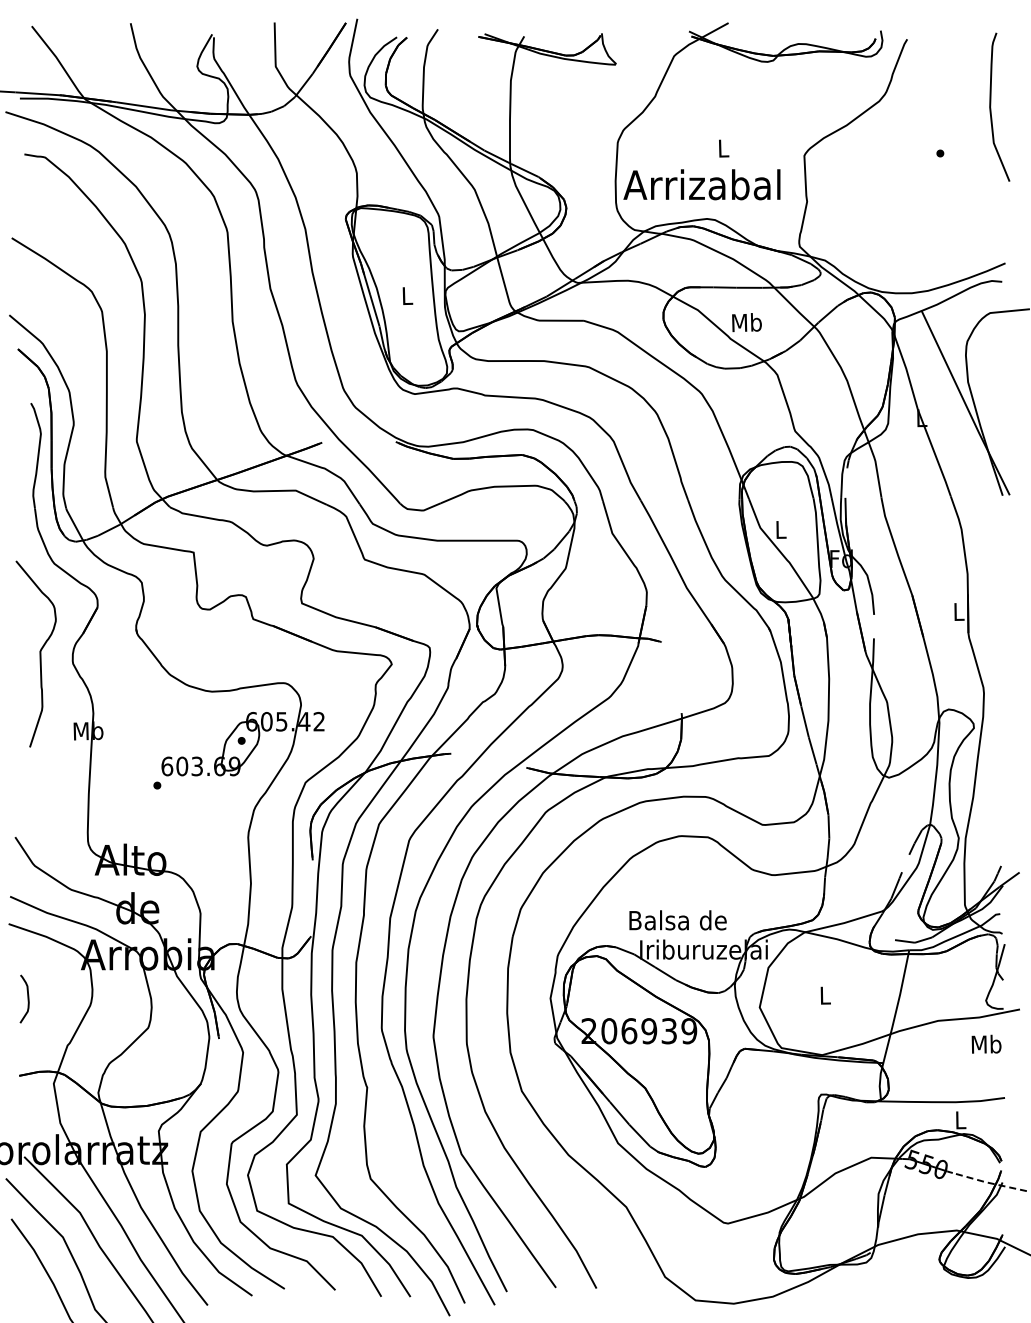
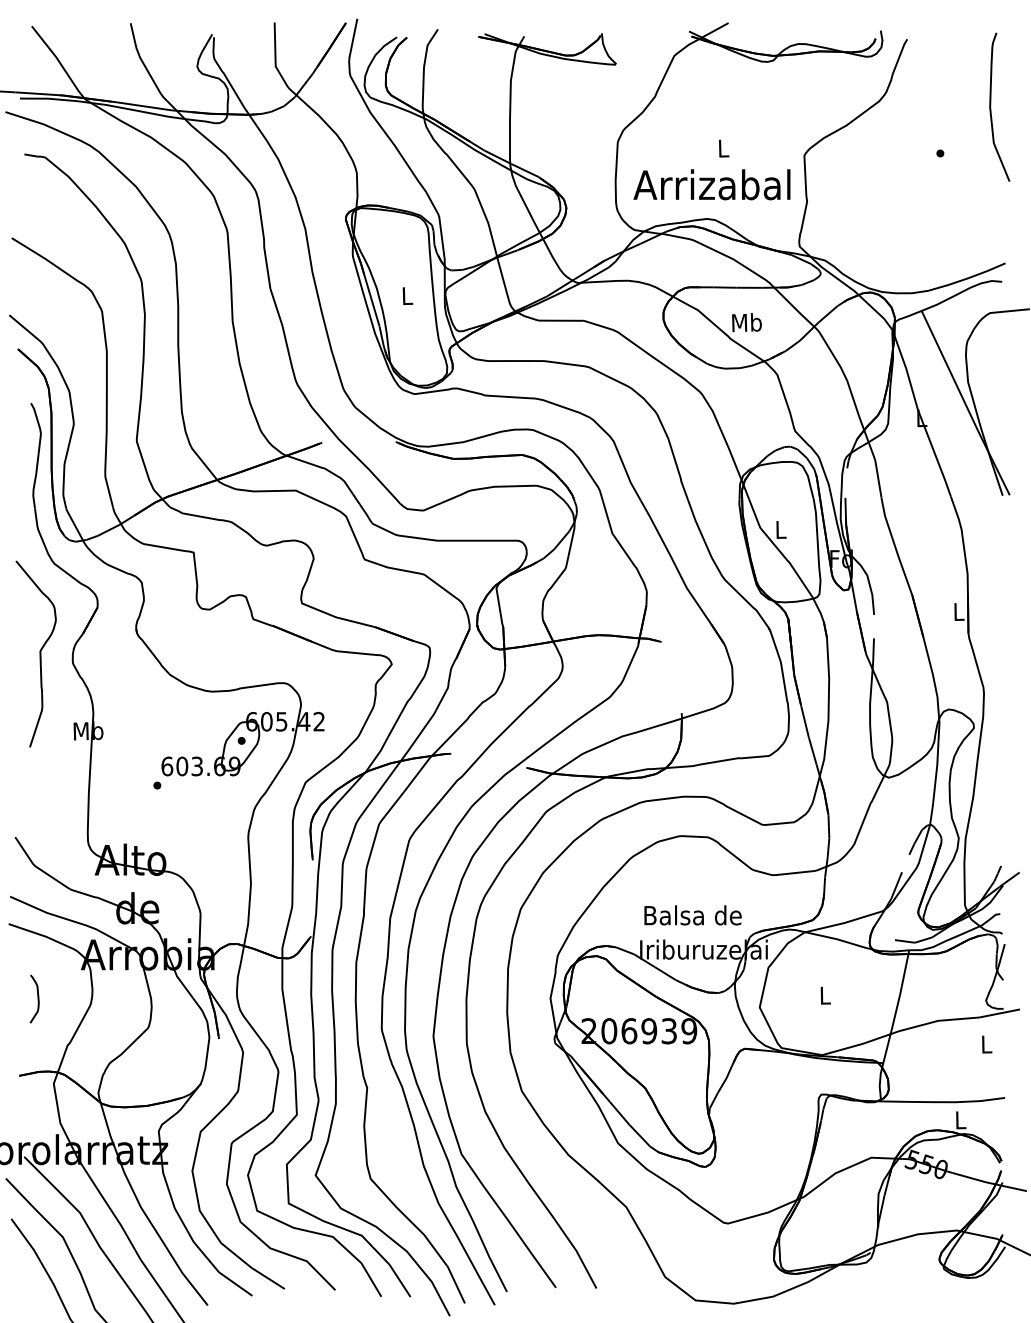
text at (701, 184) position: (701, 184) -> (711, 184)
text at (677, 920) position: (677, 920) -> (692, 915)
curve at (27, 998) position: (27, 998) -> (37, 998)
text at (986, 1043): Mb -> L
line at (988, 1182): dashed -> solid
